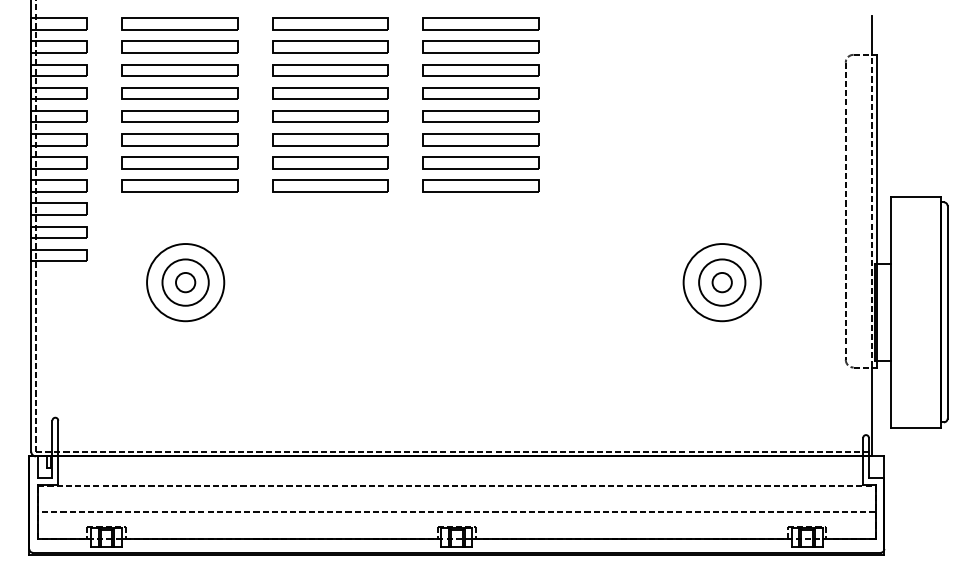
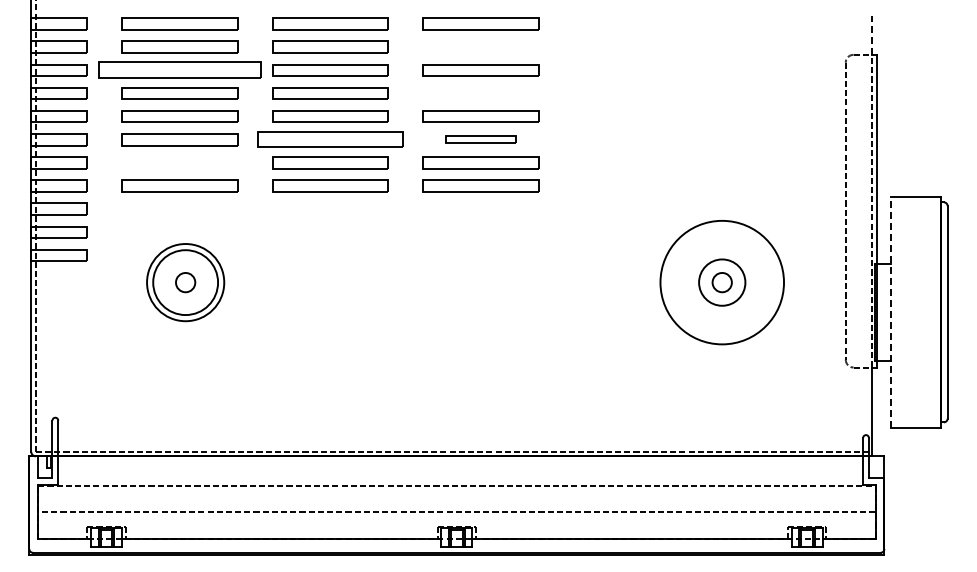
line at (872, 35): solid -> dashed
part at (480, 46): present -> none
part at (179, 70) size: 118x13 px -> 164x18 px
part at (480, 93): present -> none
part at (330, 139) size: 117x14 px -> 147x17 px
part at (480, 139) size: 118x14 px -> 72x9 px
part at (179, 162): present -> none
circle at (185, 282) diameter: 46 px -> 65 px
circle at (721, 282) diameter: 77 px -> 124 px
line at (890, 312): solid -> dashed
